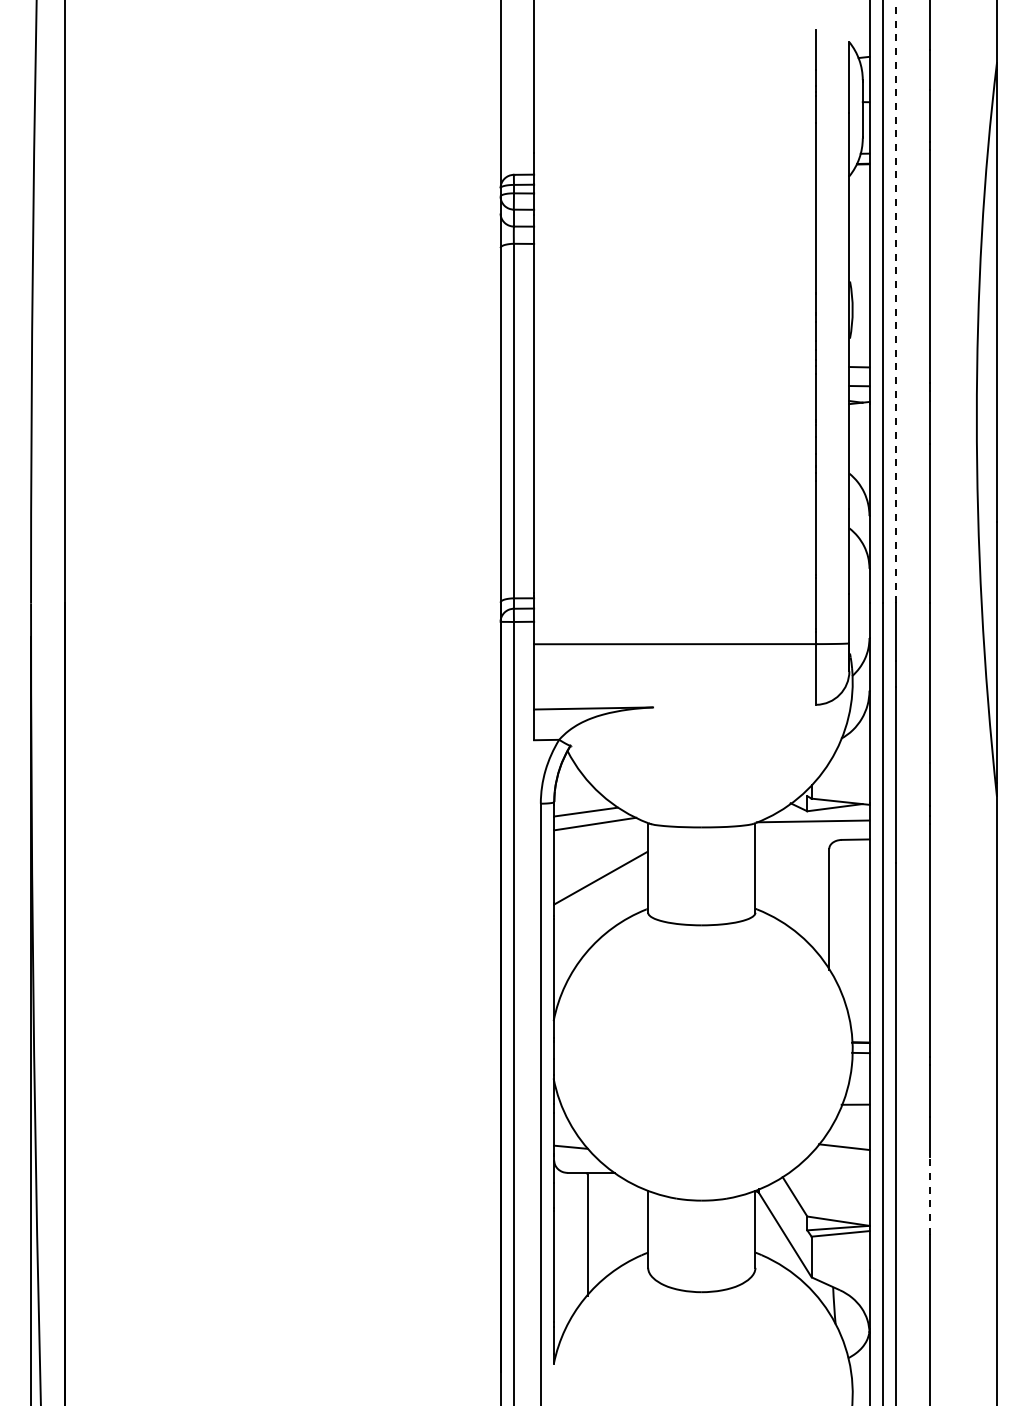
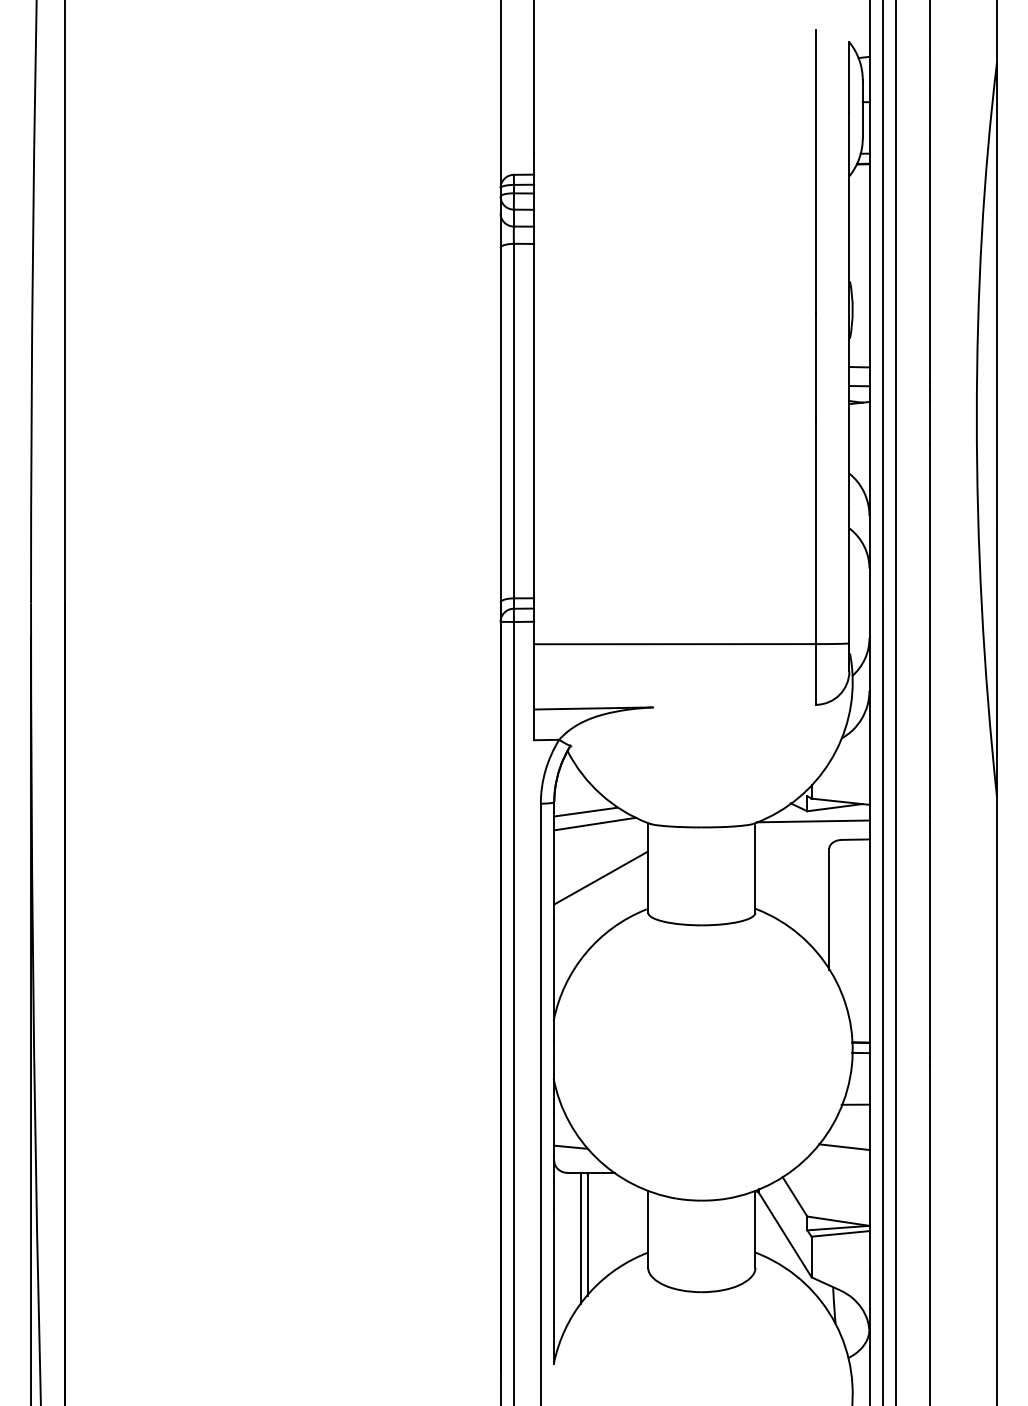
line at (896, 301): dashed -> solid
line at (929, 1195): dashed -> solid
line at (581, 1237): none -> present
